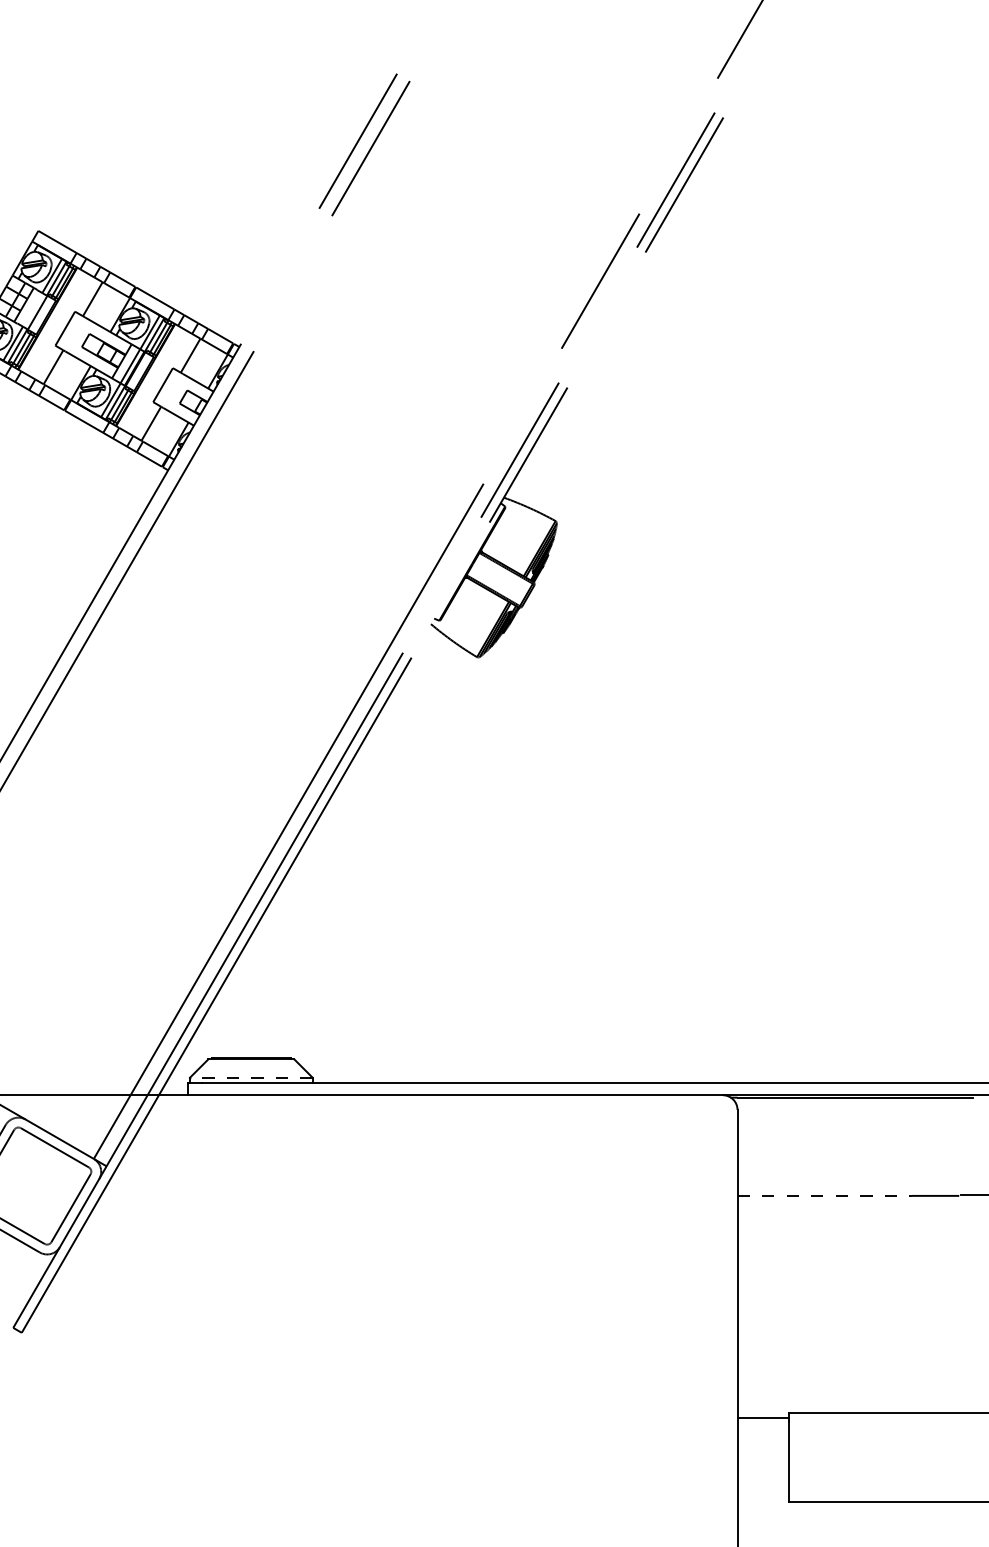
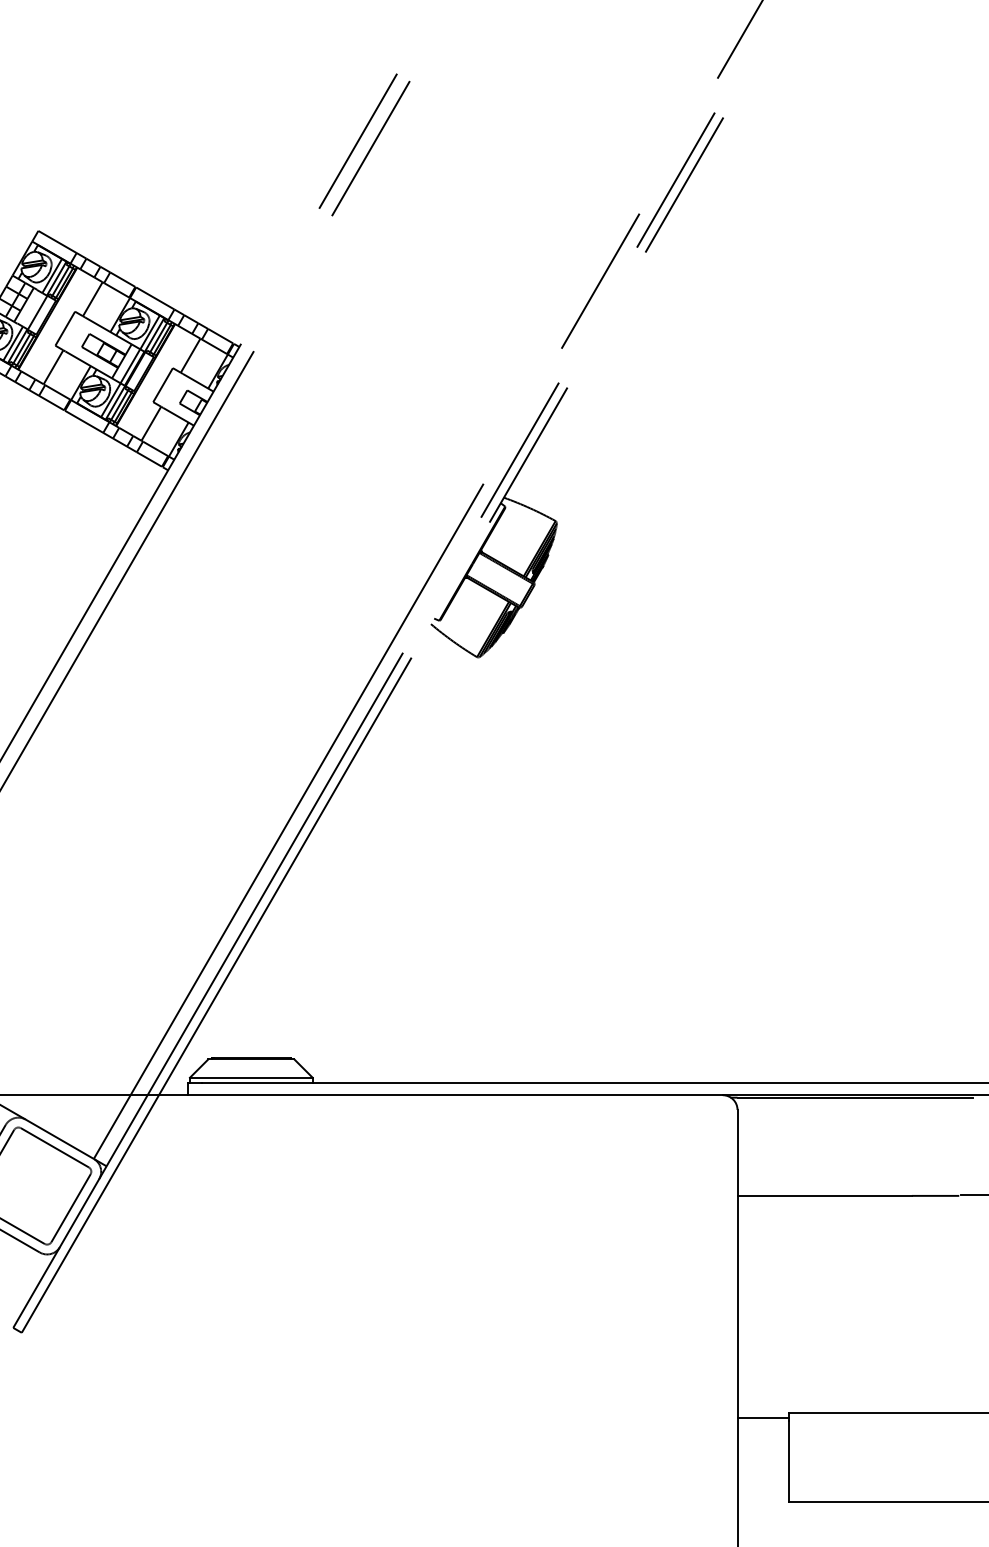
line at (250, 1077): dashed -> solid
line at (825, 1195): dashed -> solid
